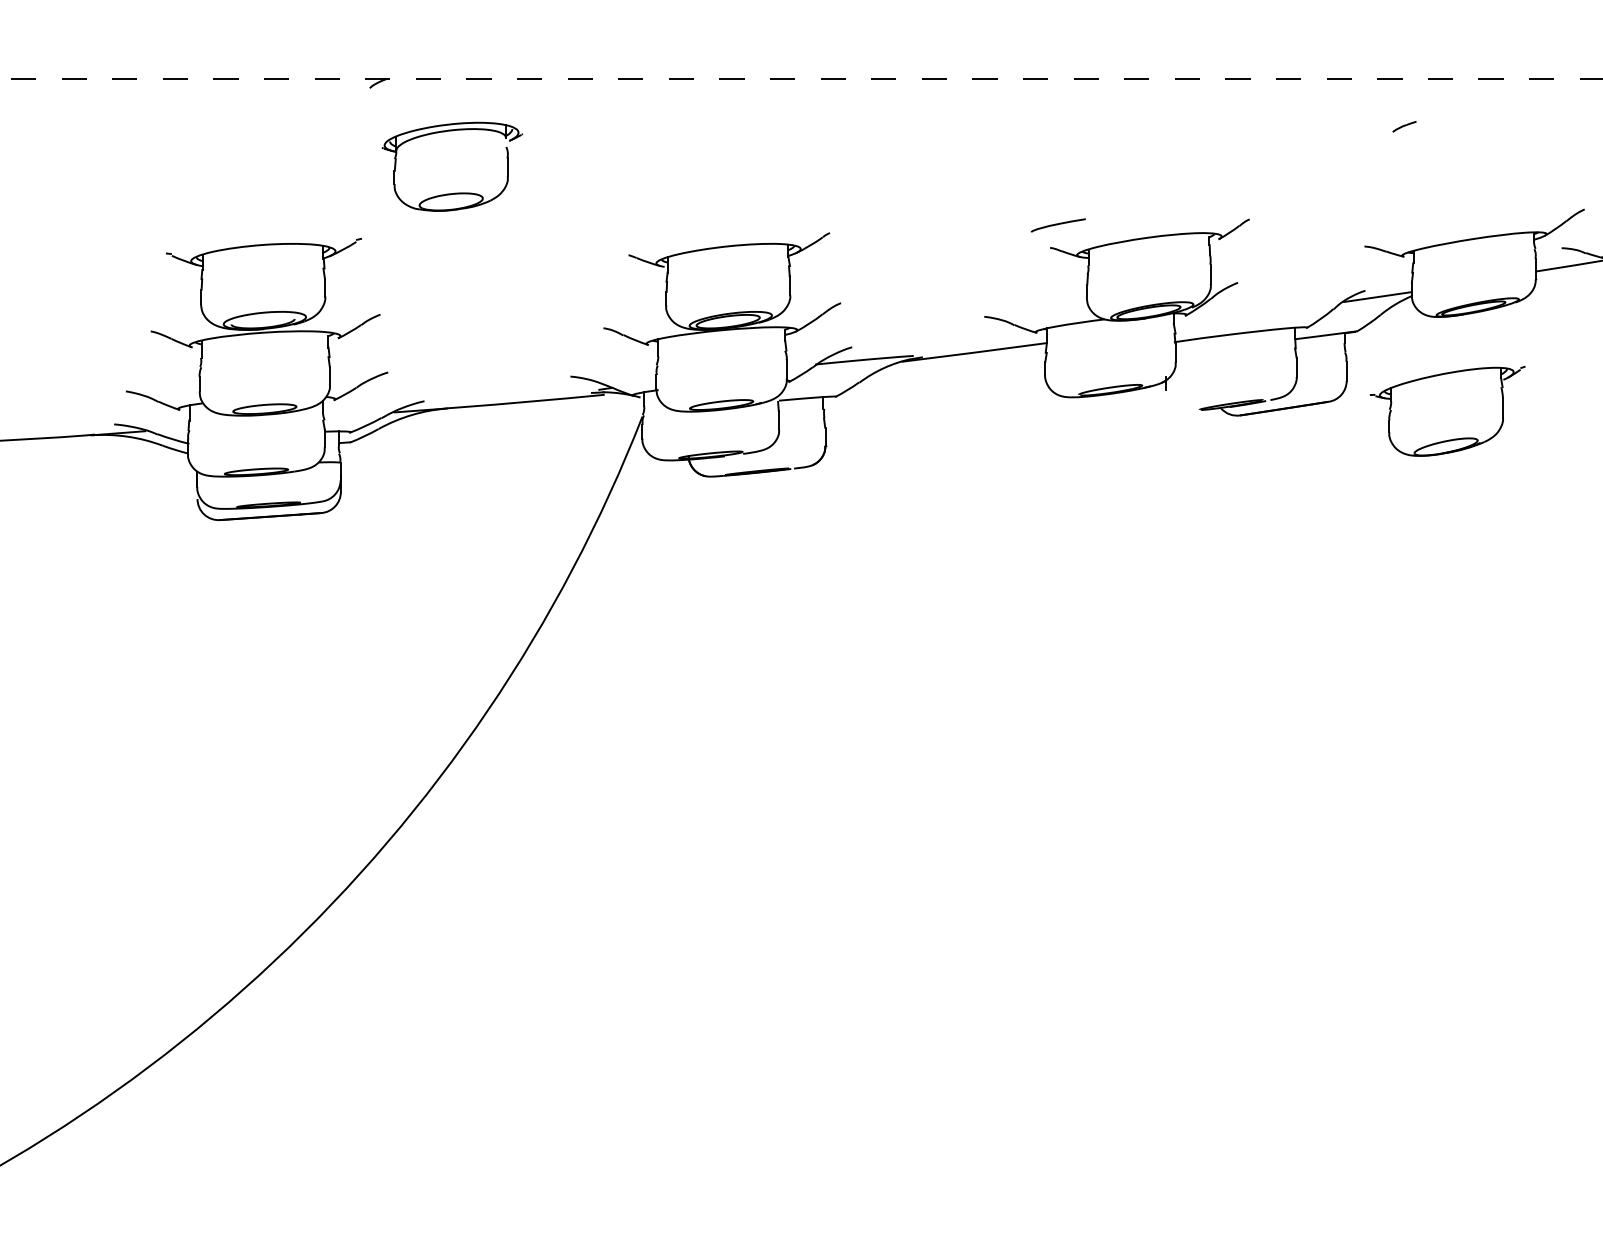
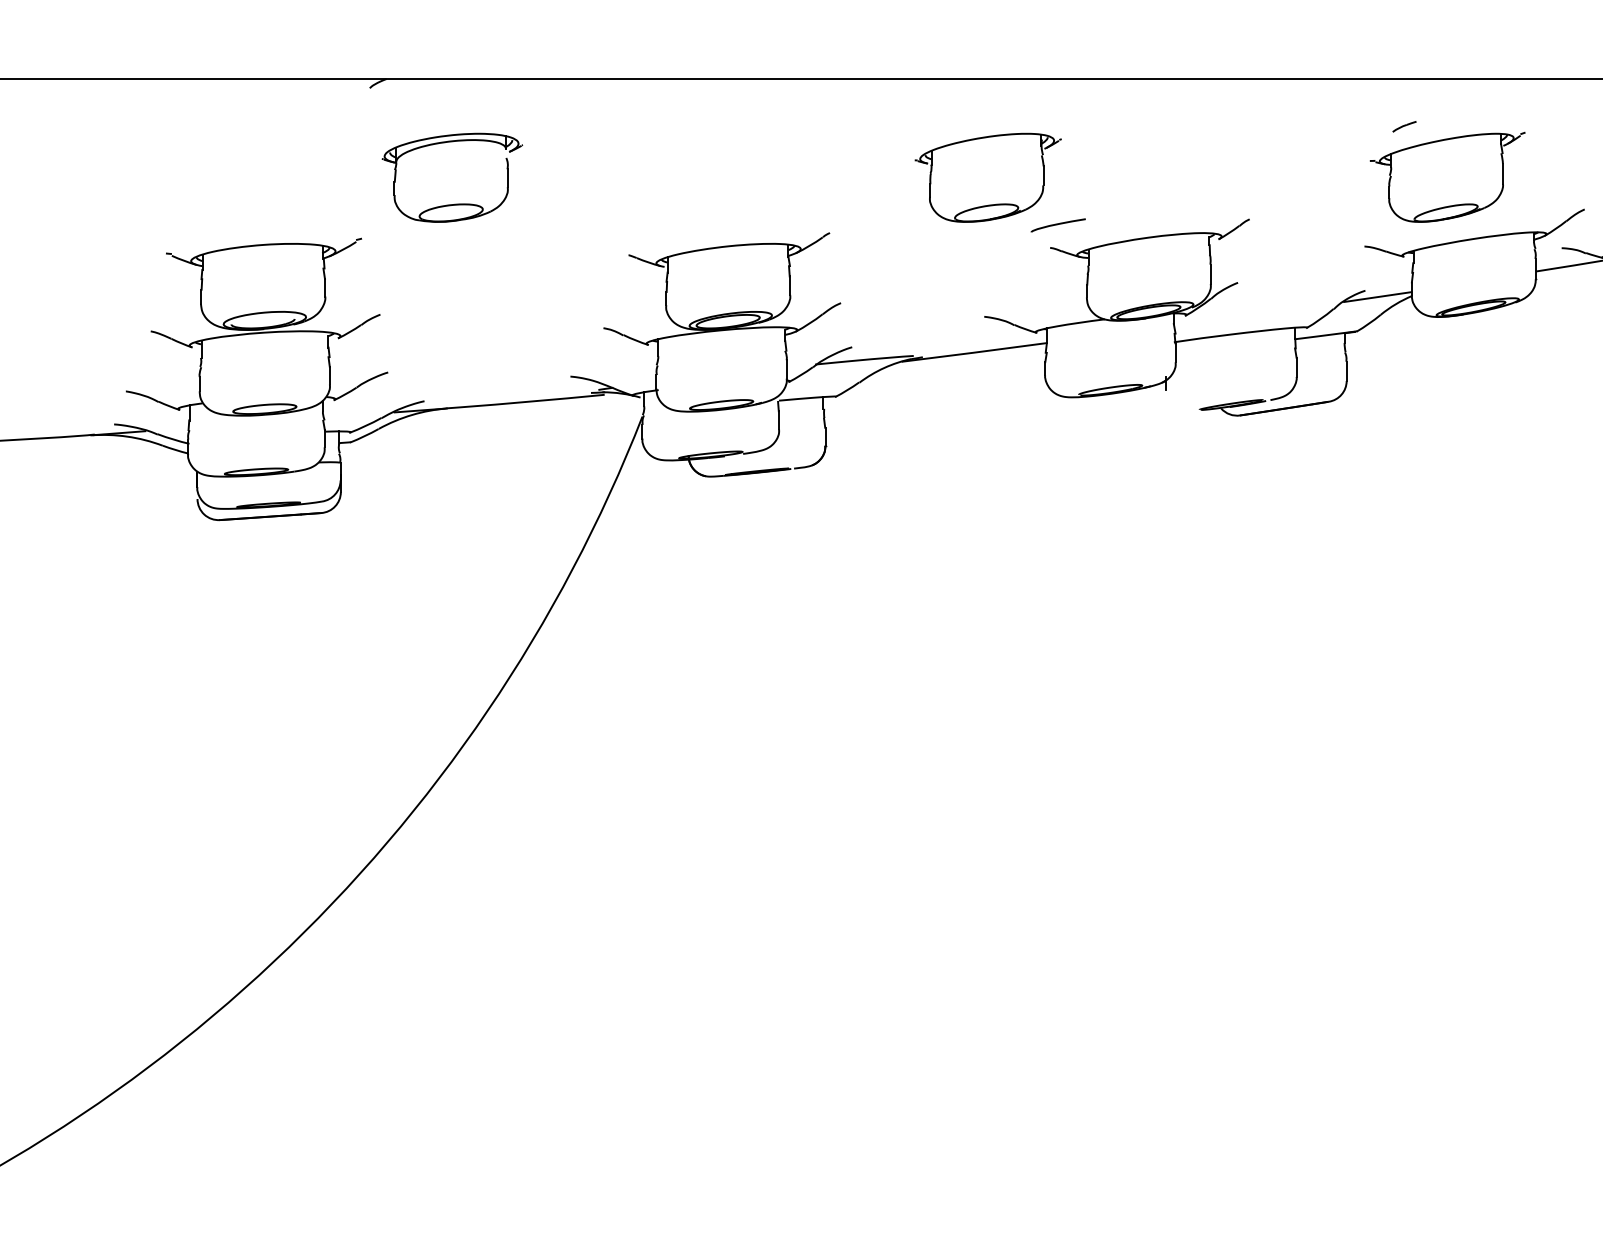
line at (802, 79): dashed -> solid
part at (987, 177): none -> present
part at (454, 192) position: (454, 192) -> (454, 203)
part at (1447, 410) position: (1447, 410) -> (1447, 176)
